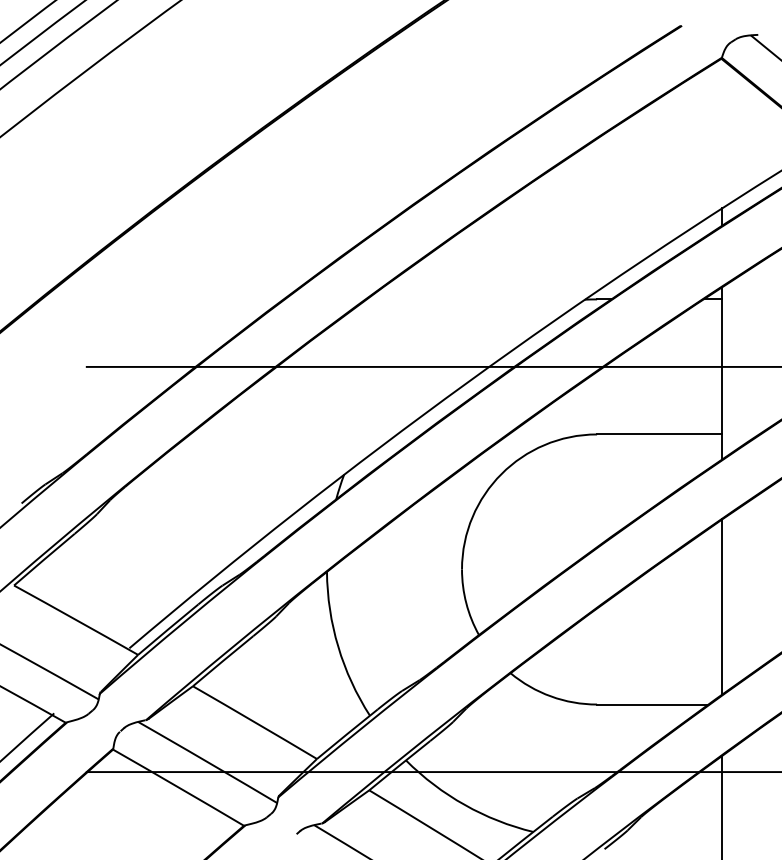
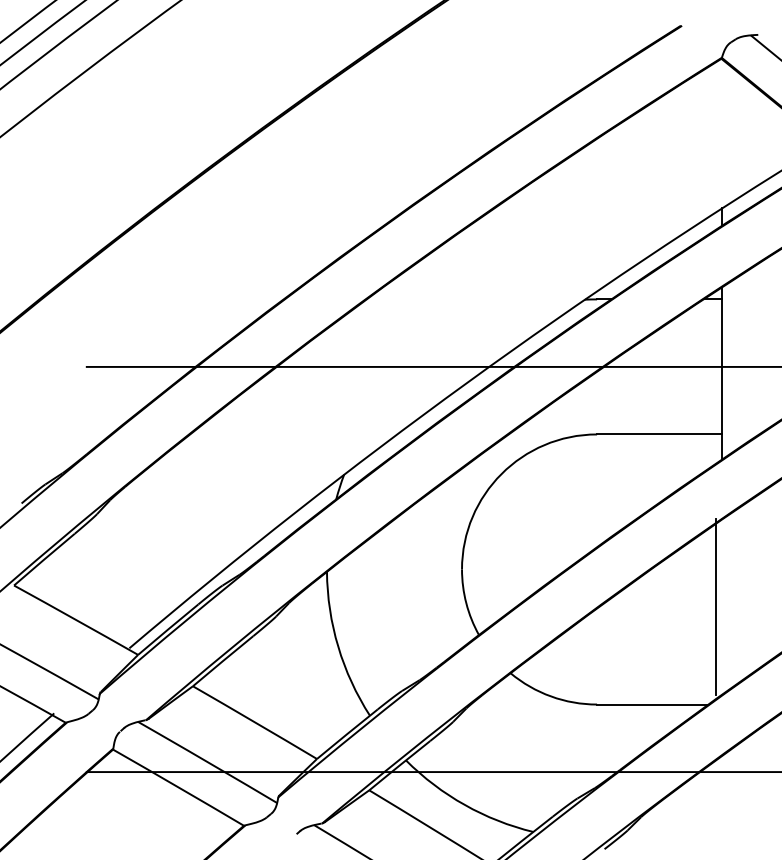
line at (722, 606) position: (722, 606) -> (716, 606)
line at (722, 805): present -> none
